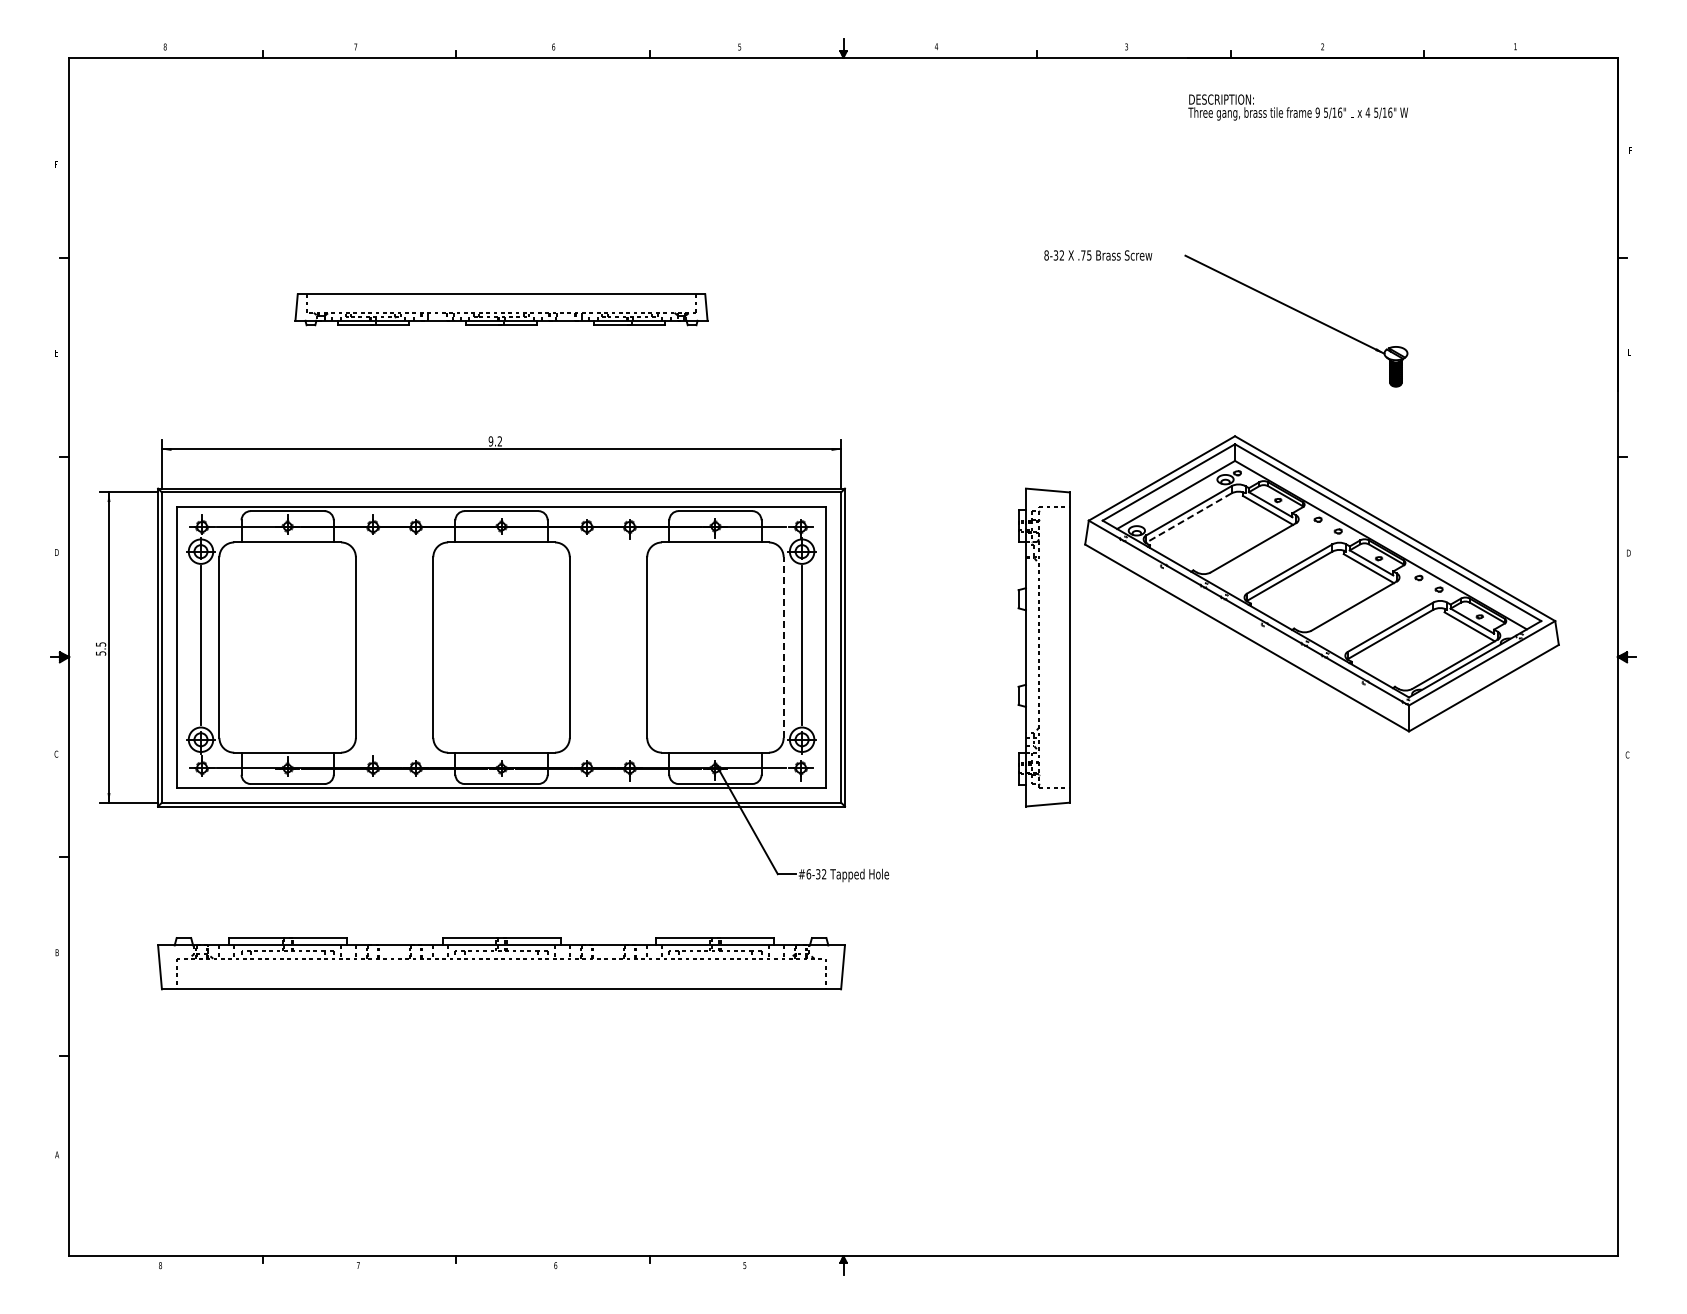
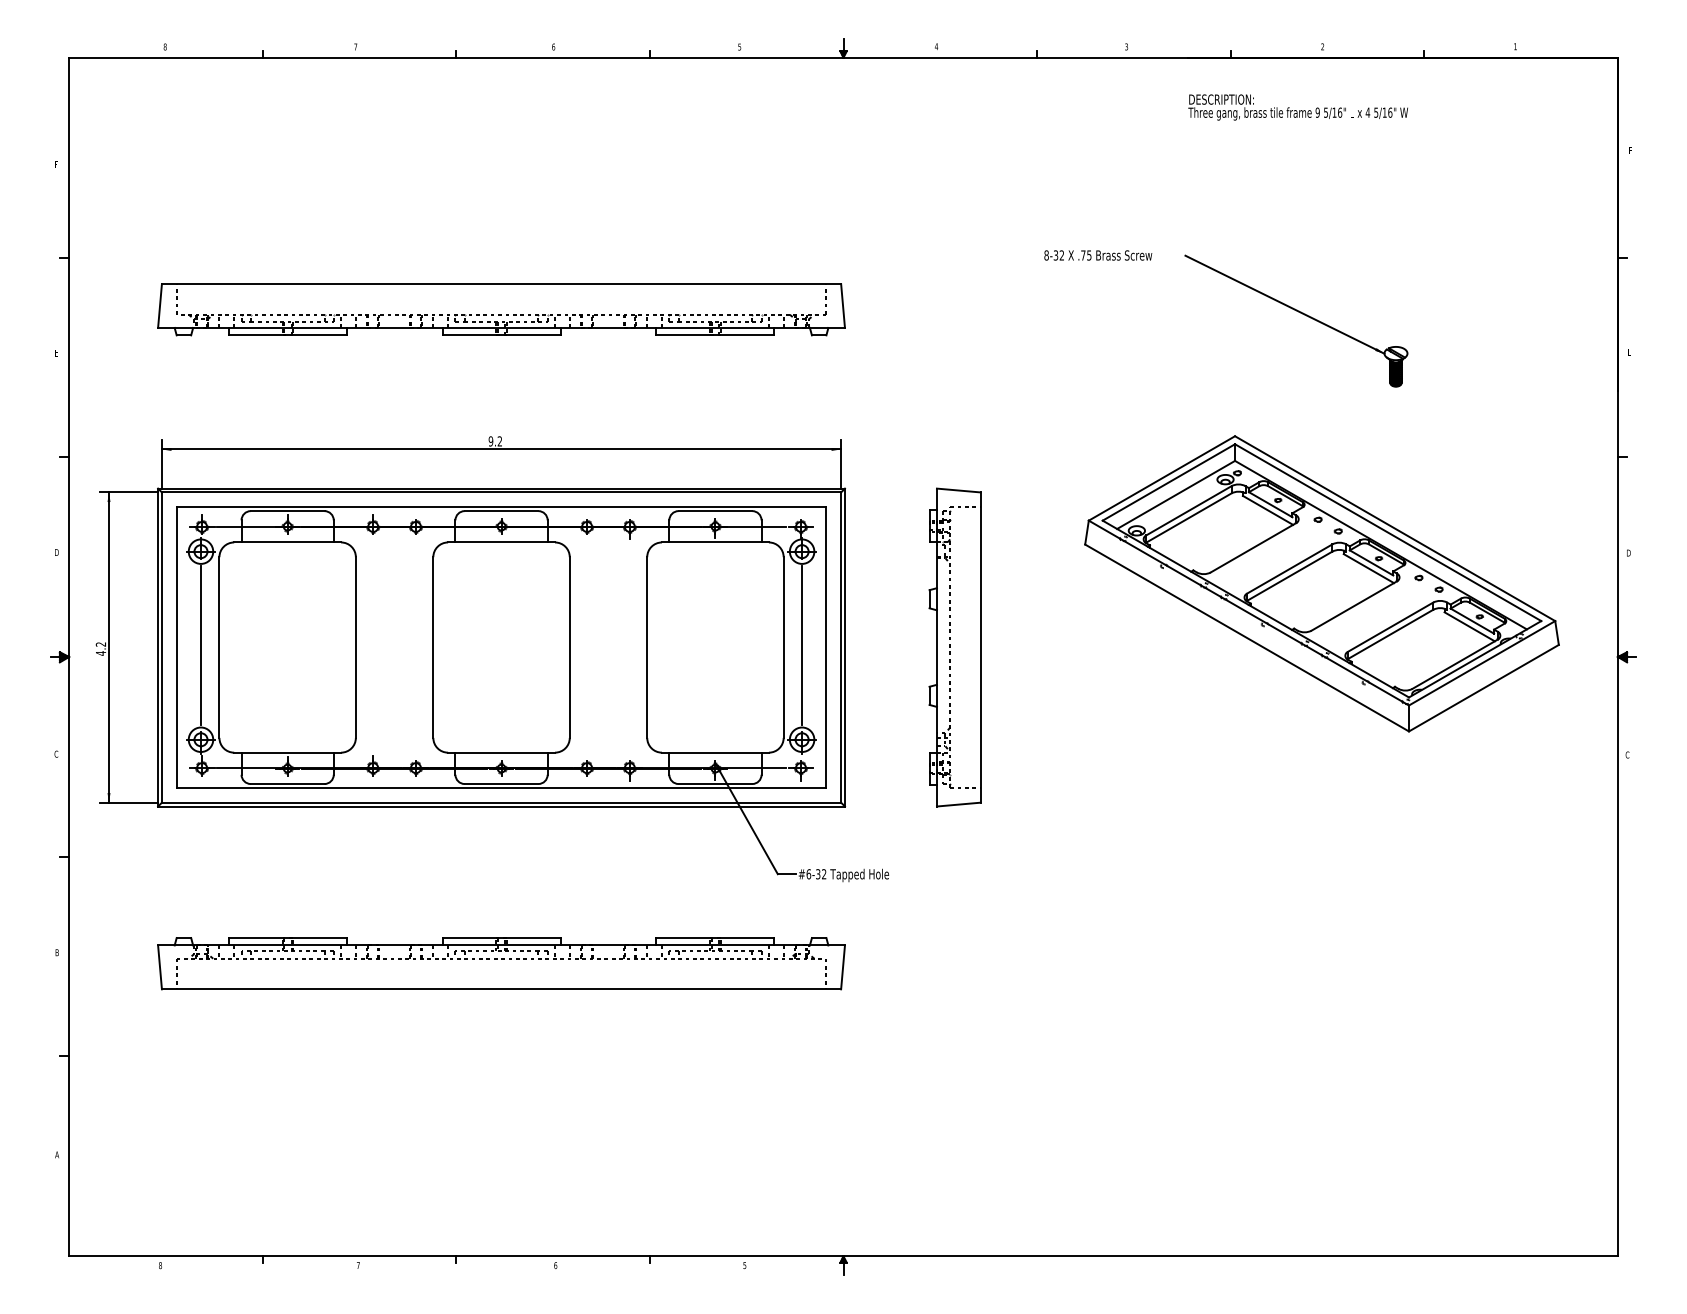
part at (501, 309) size: 415x34 px -> 689x54 px
line at (1188, 518): dashed -> solid
line at (783, 647): dashed -> solid
part at (1043, 647) position: (1043, 647) -> (954, 647)
text at (100, 648): 5.5 -> 4.2
